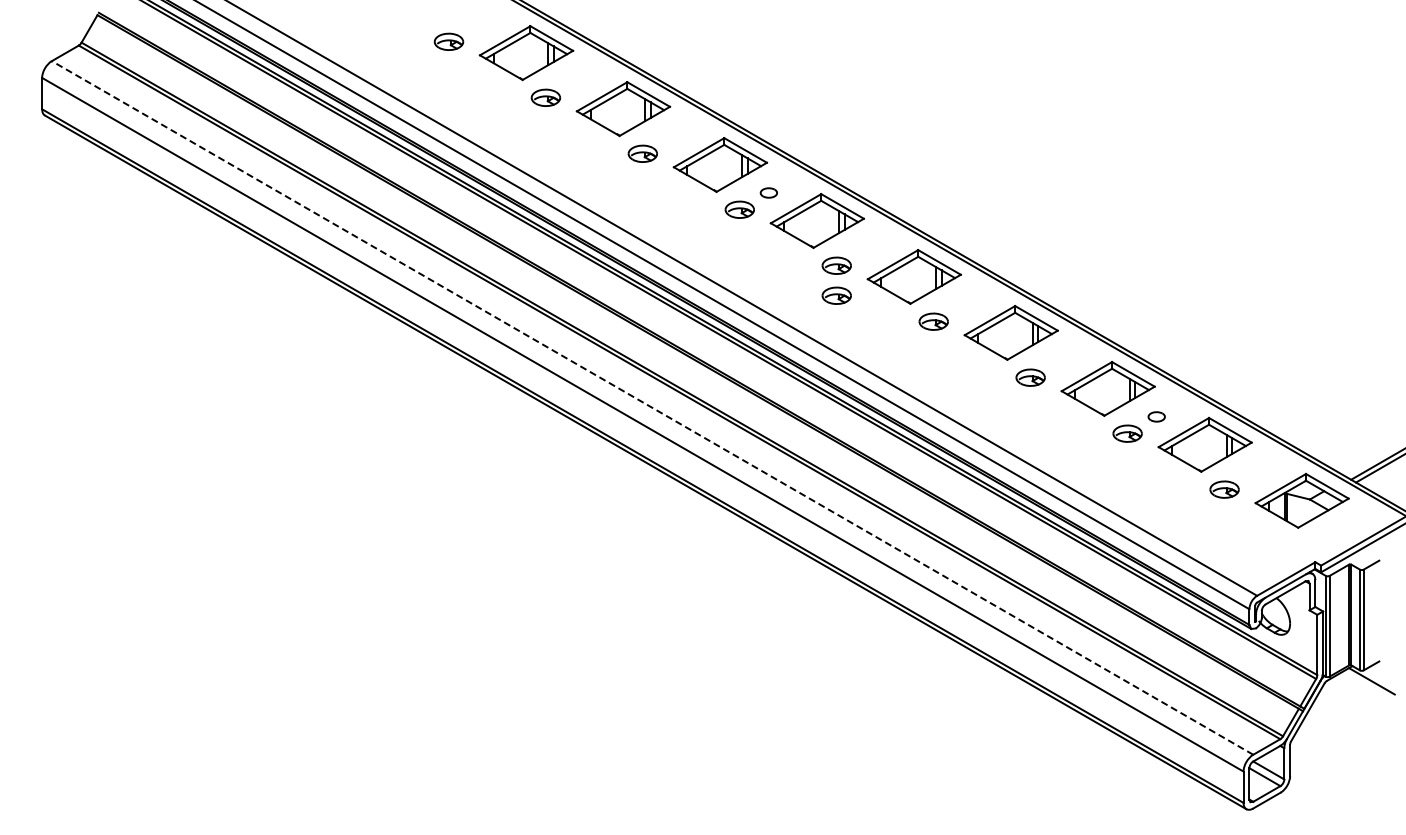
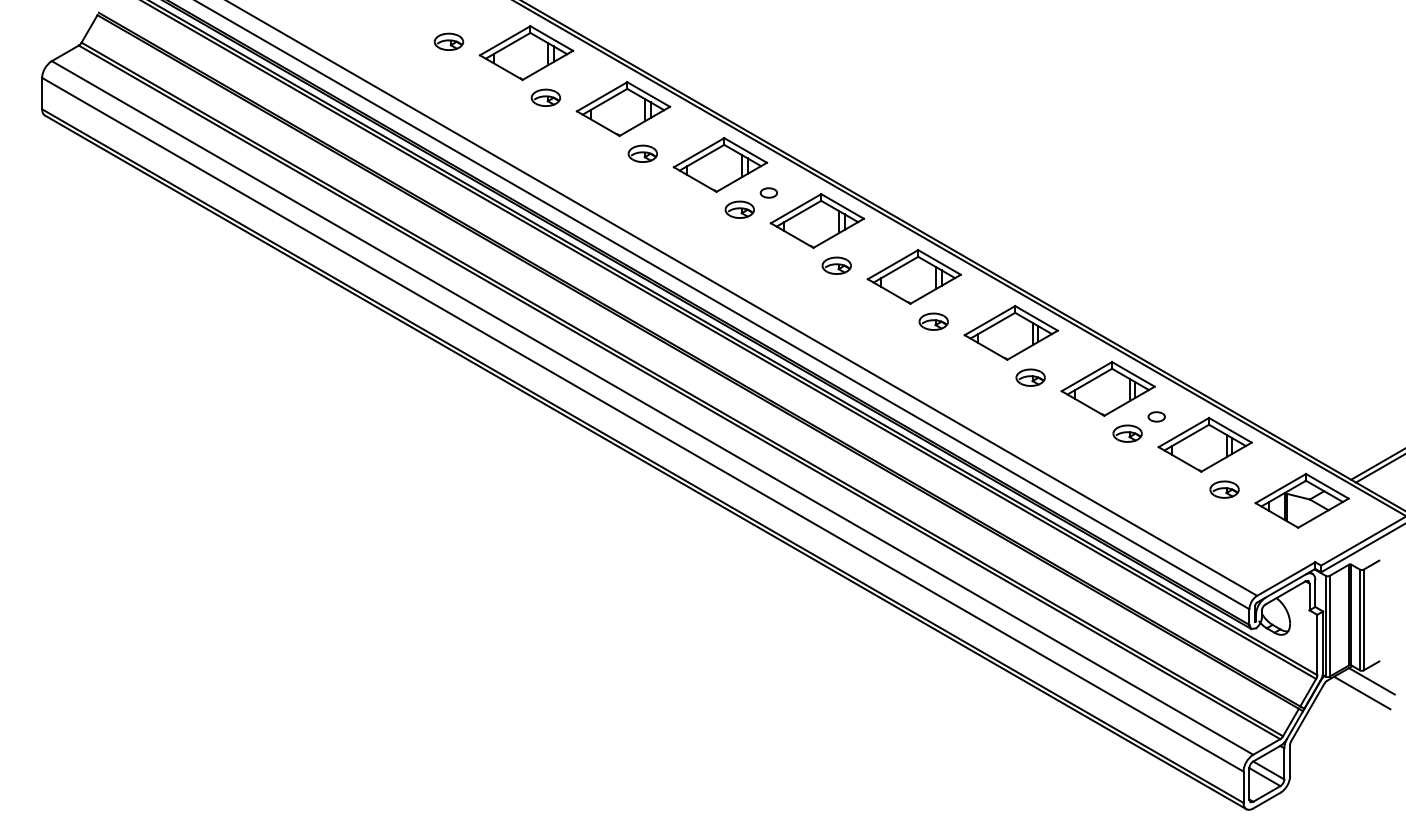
part at (836, 295): present -> none
line at (652, 407): dashed -> solid
line at (1362, 692): none -> present
